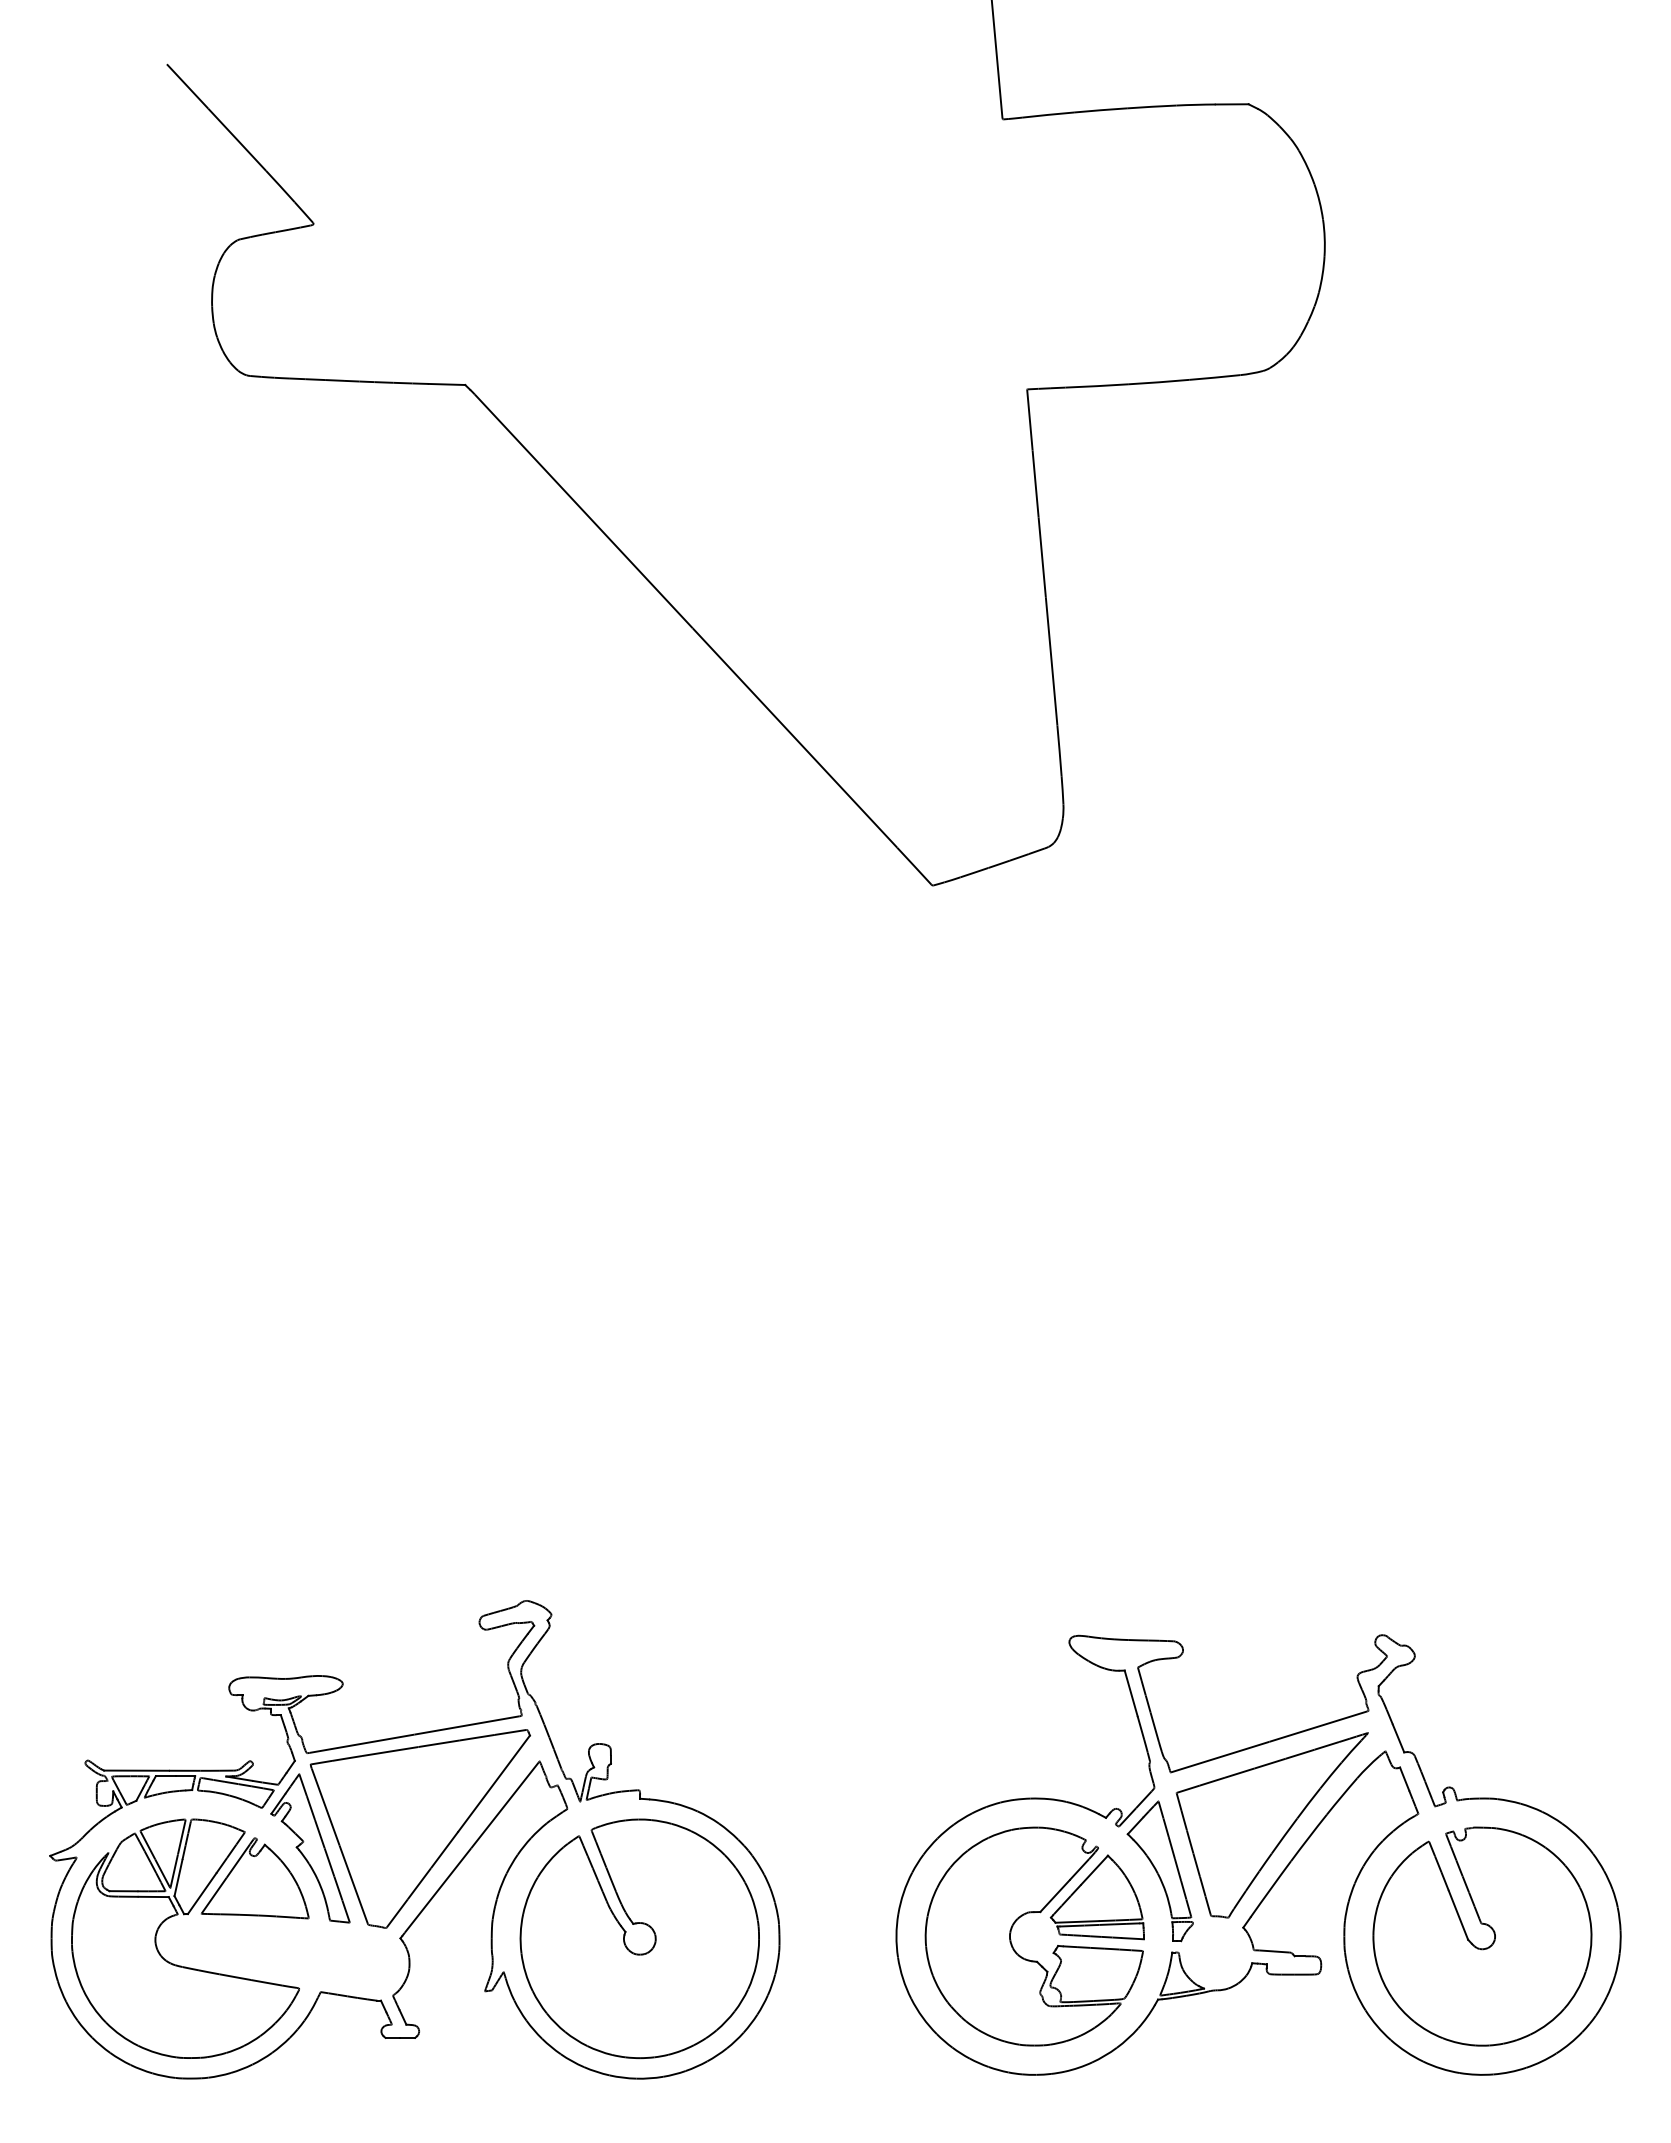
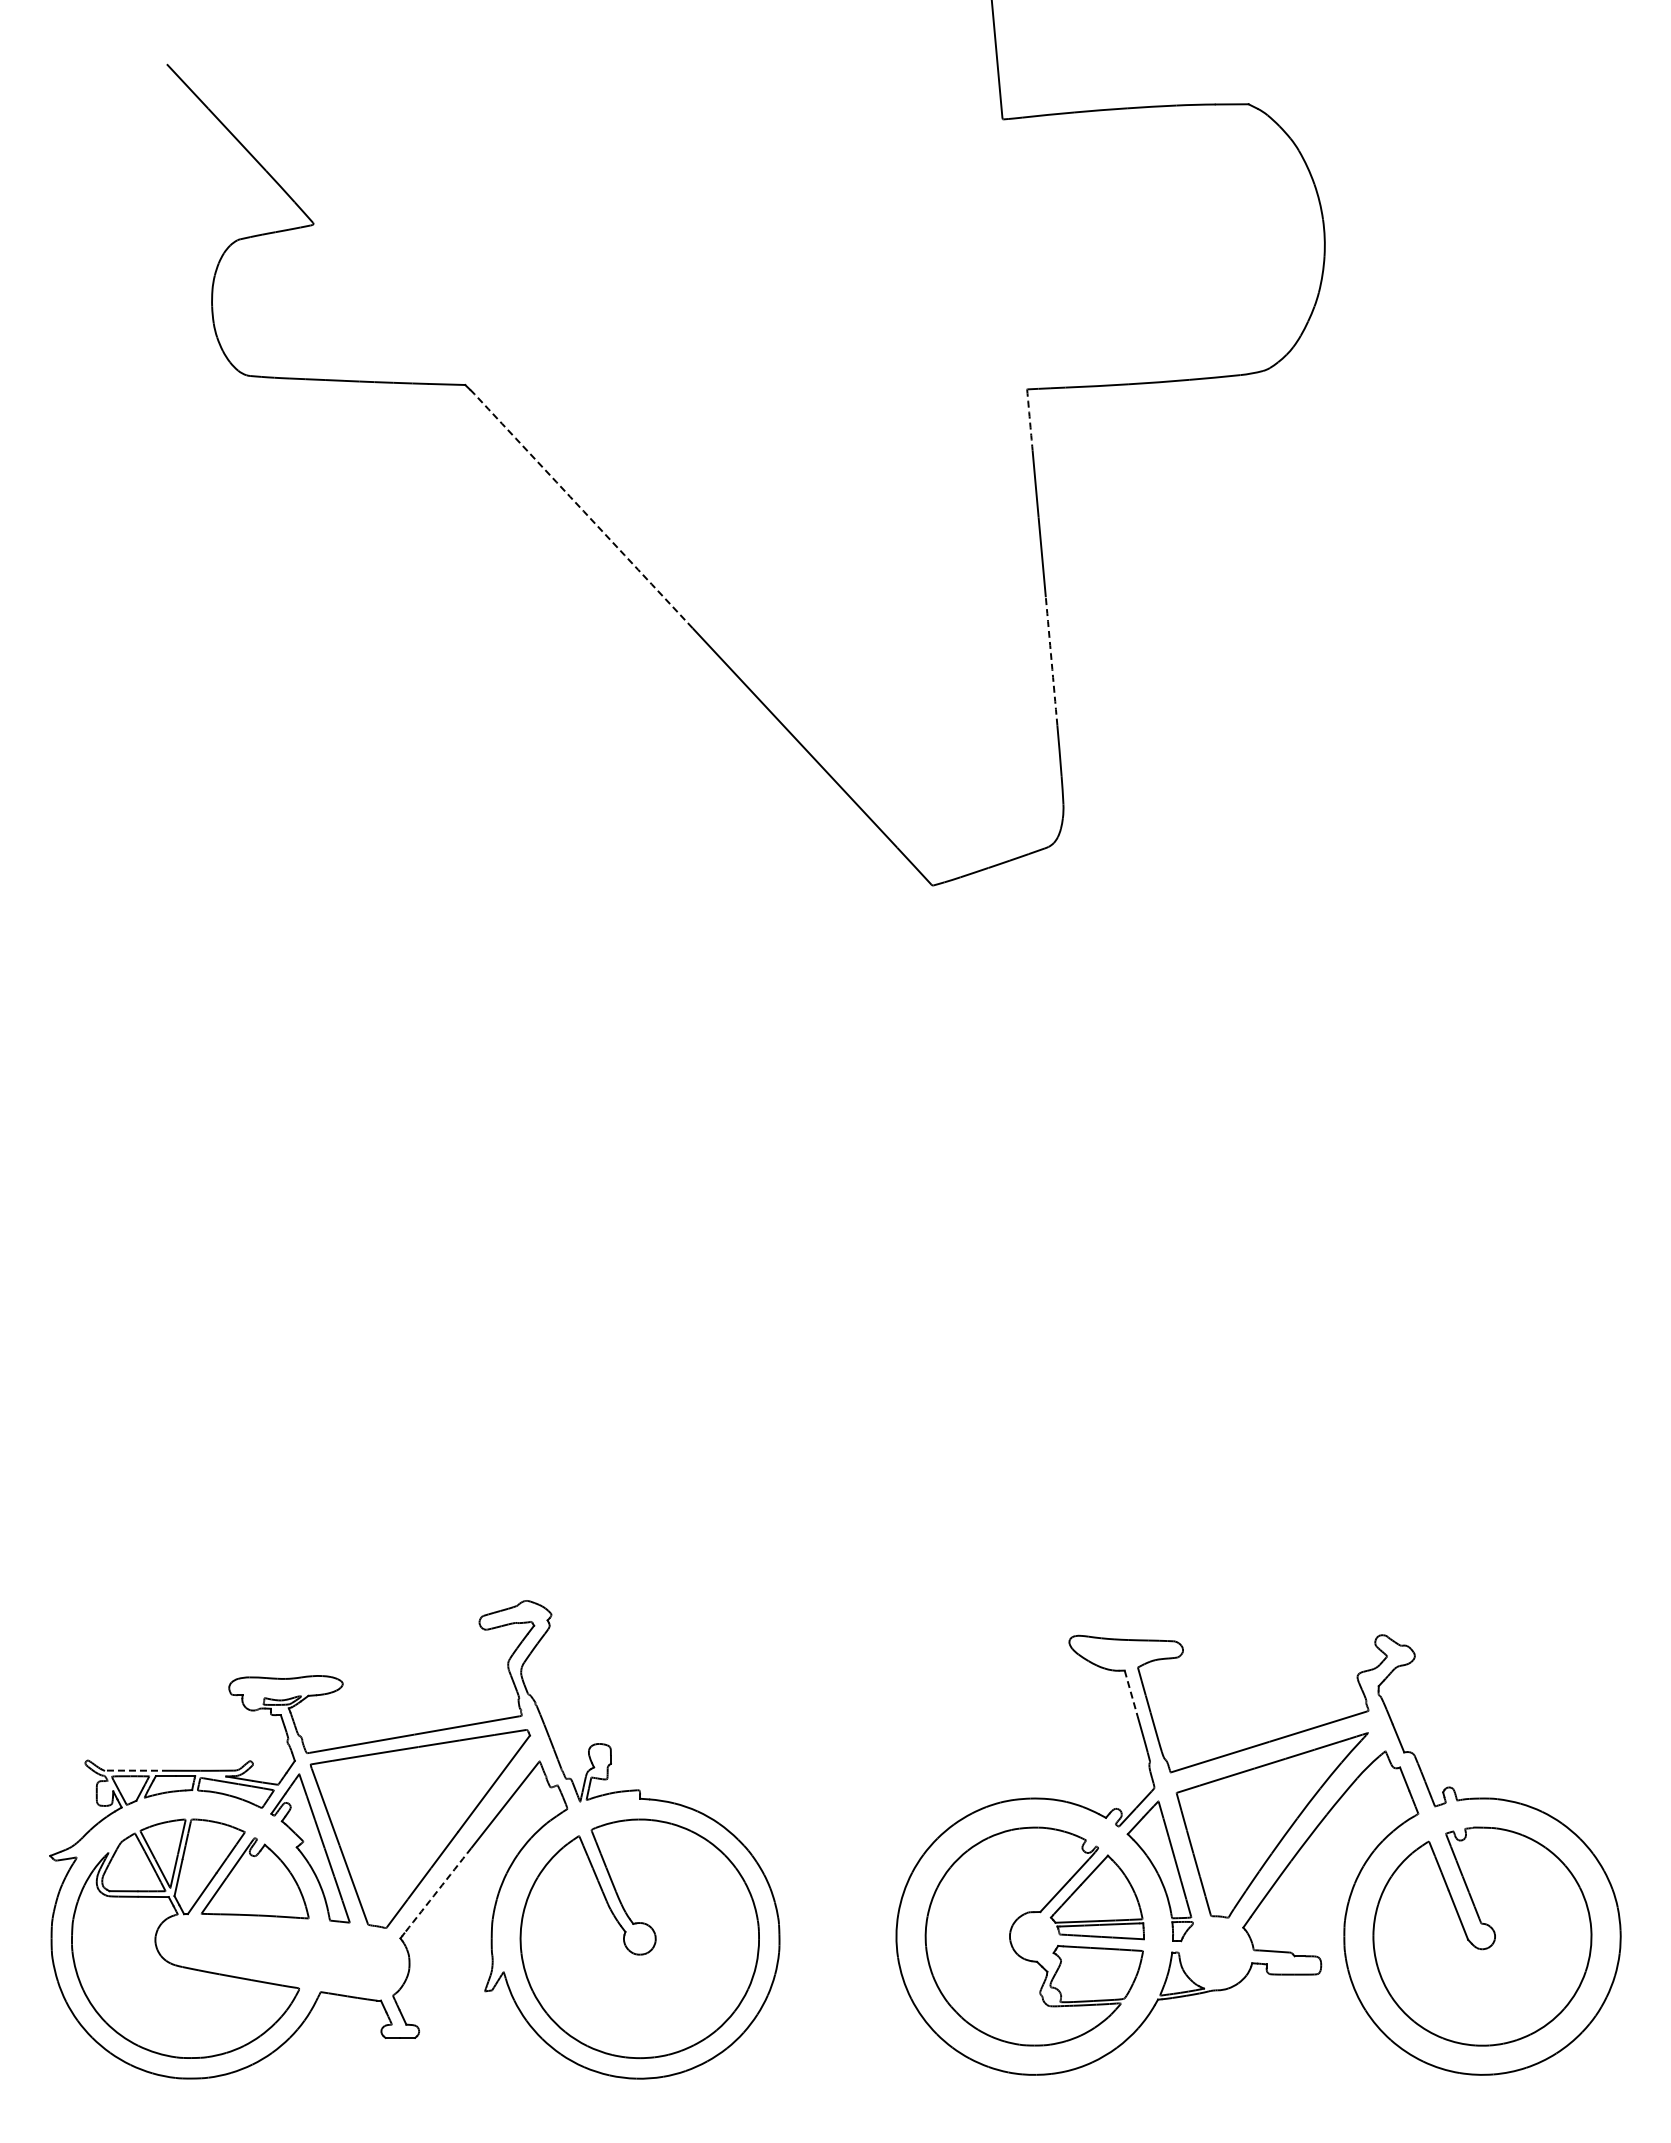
arc at (1029, 420): solid -> dashed
arc at (583, 511): solid -> dashed
arc at (1051, 661): solid -> dashed
line at (1131, 1693): solid -> dashed
line at (136, 1770): solid -> dashed
arc at (438, 1890): solid -> dashed
